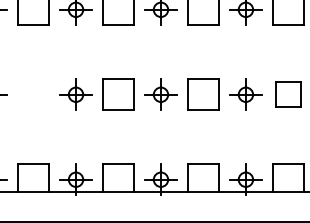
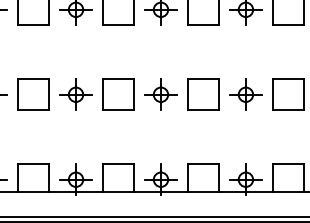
part at (33, 94): none -> present
part at (288, 94) size: 27x27 px -> 33x33 px
line at (154, 216): none -> present
